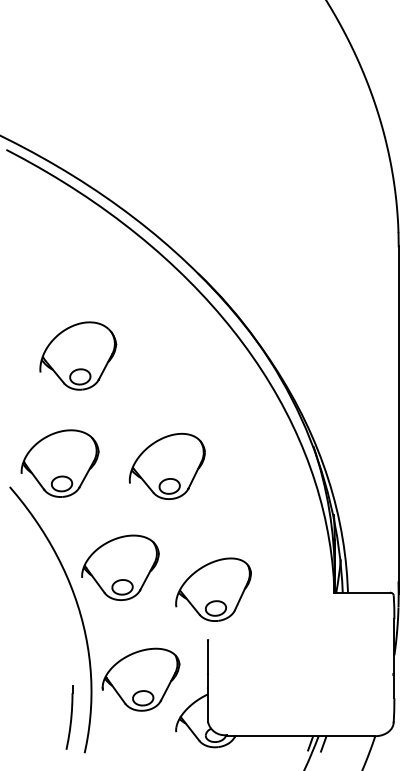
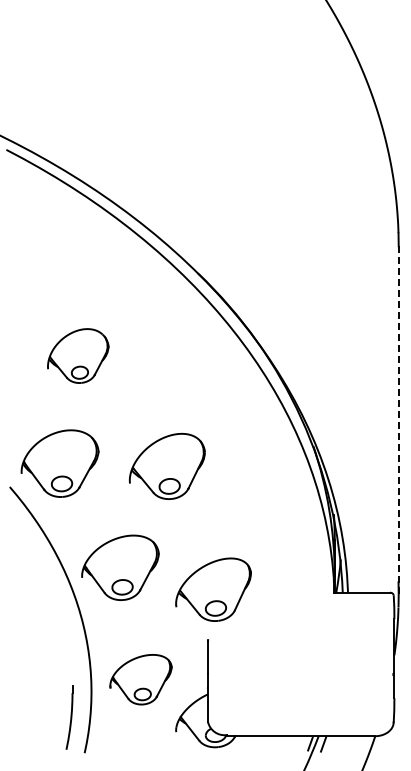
part at (78, 355) size: 79x70 px -> 63x56 px
line at (398, 420): solid -> dashed
part at (140, 679) size: 80x65 px -> 64x52 px
